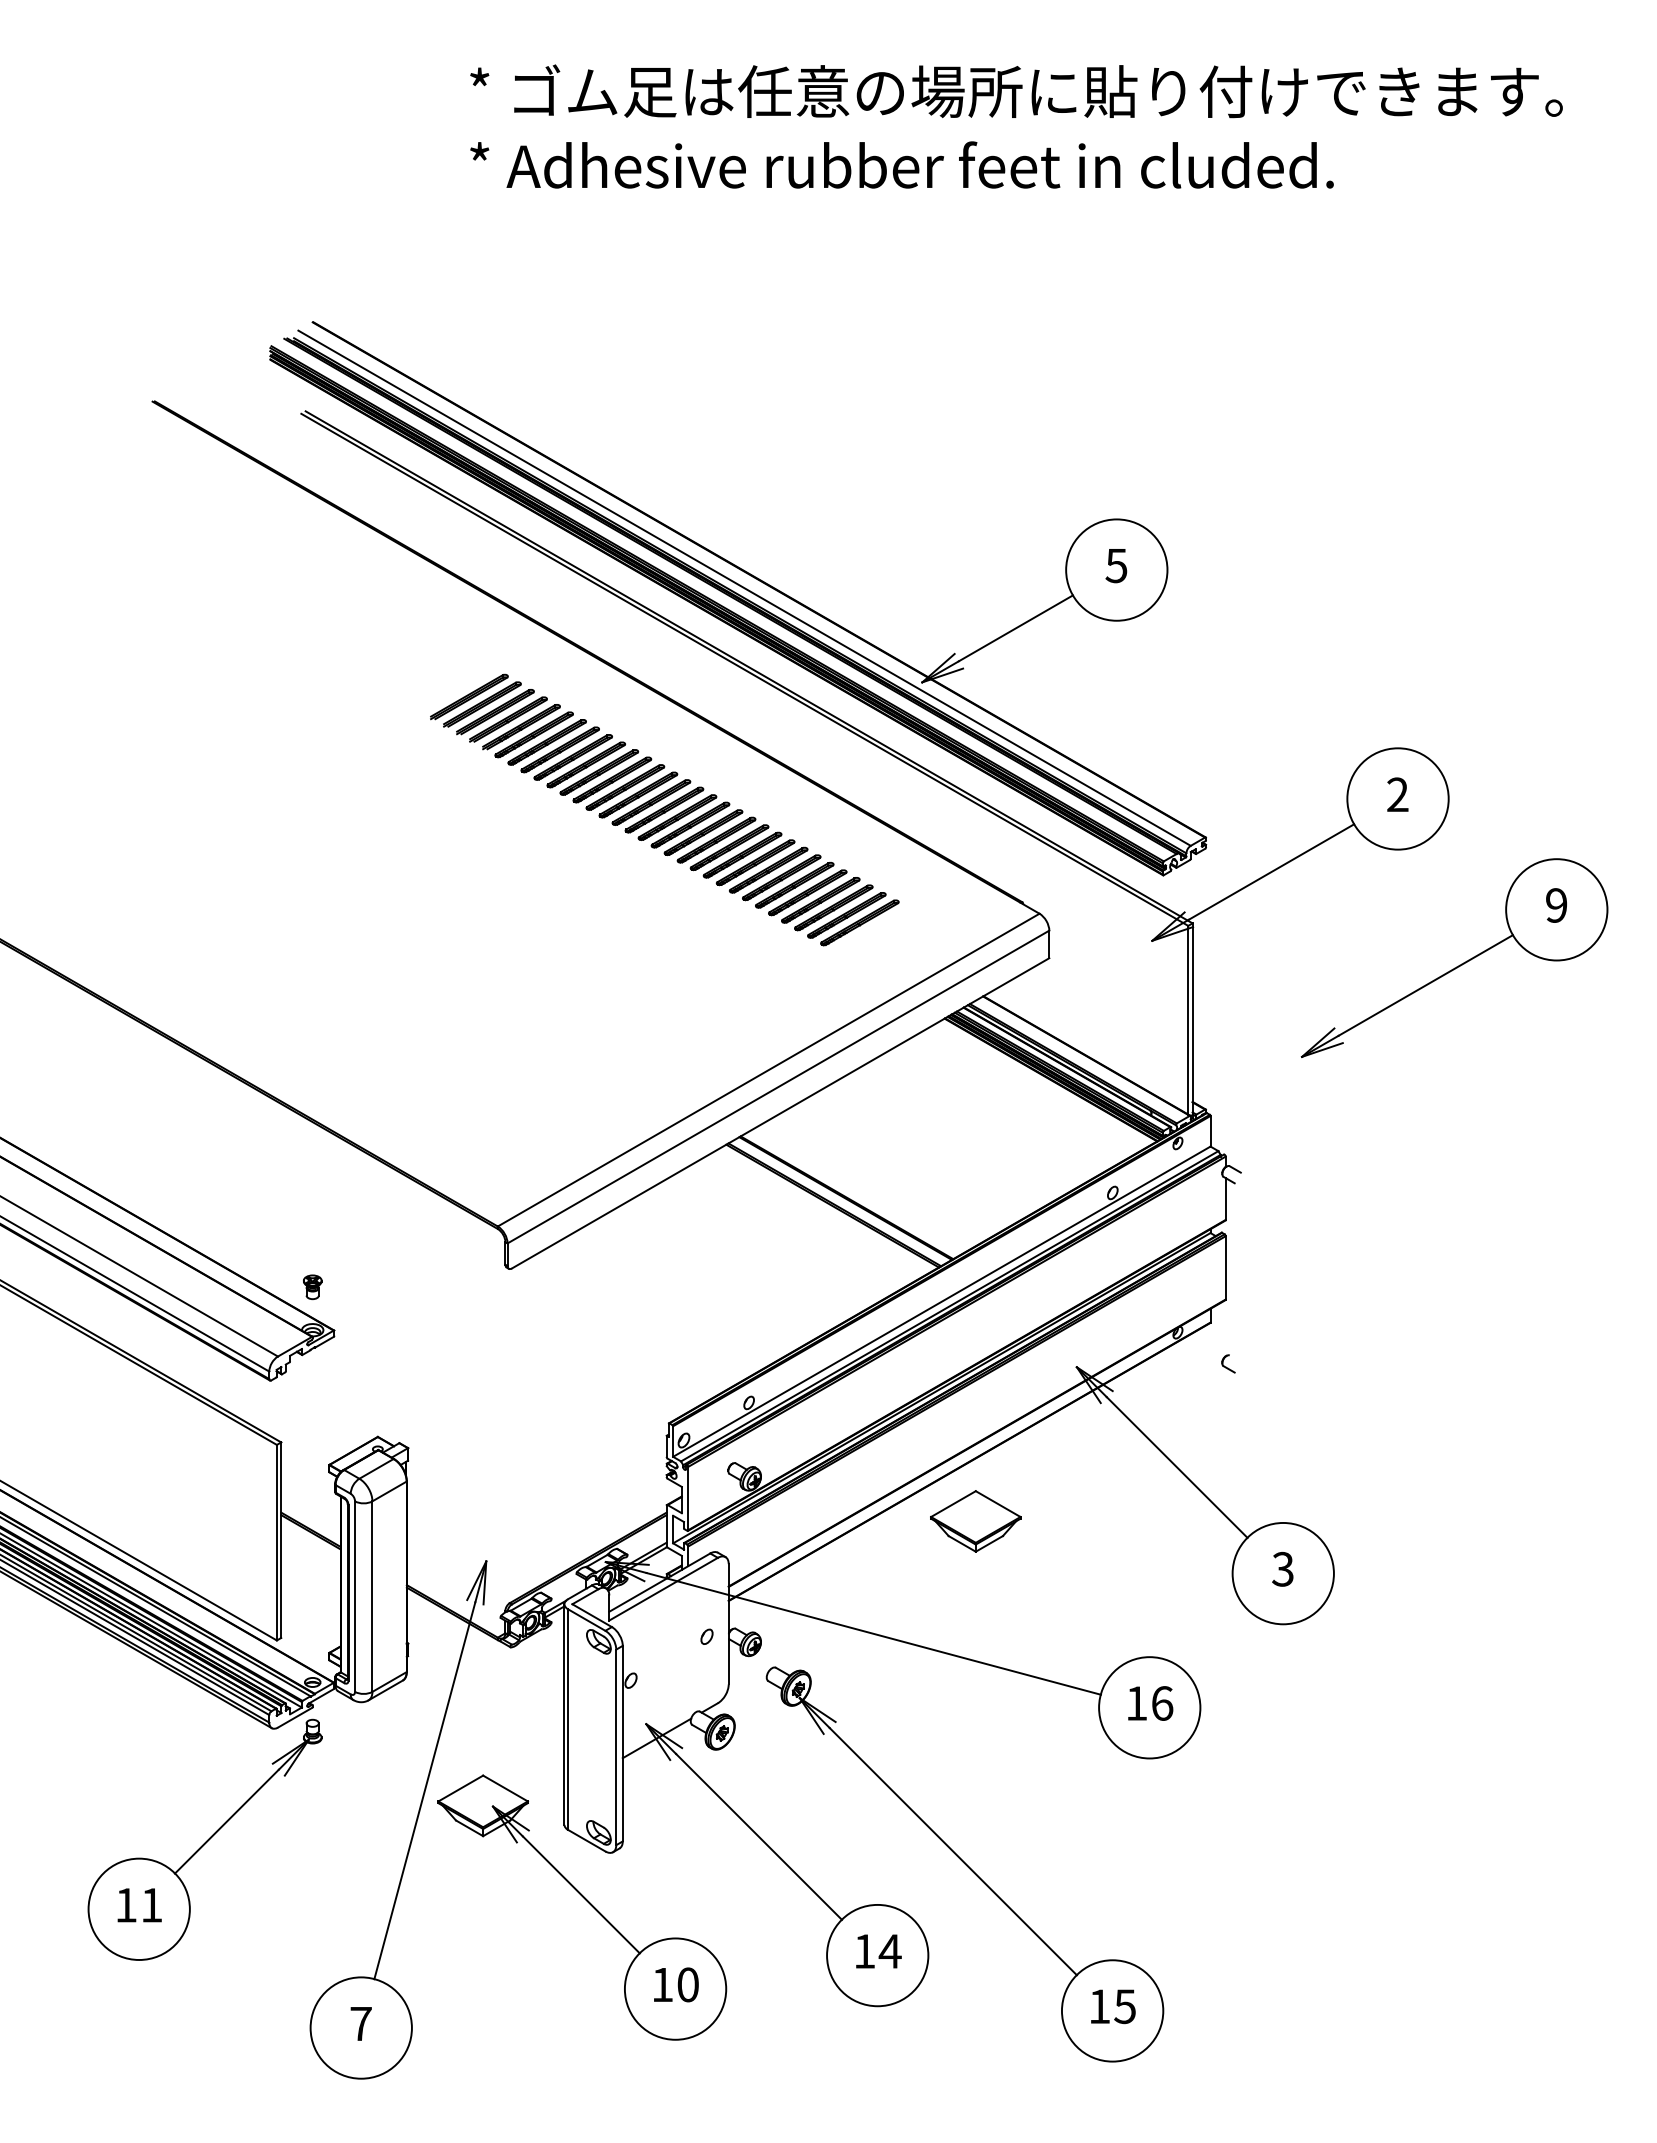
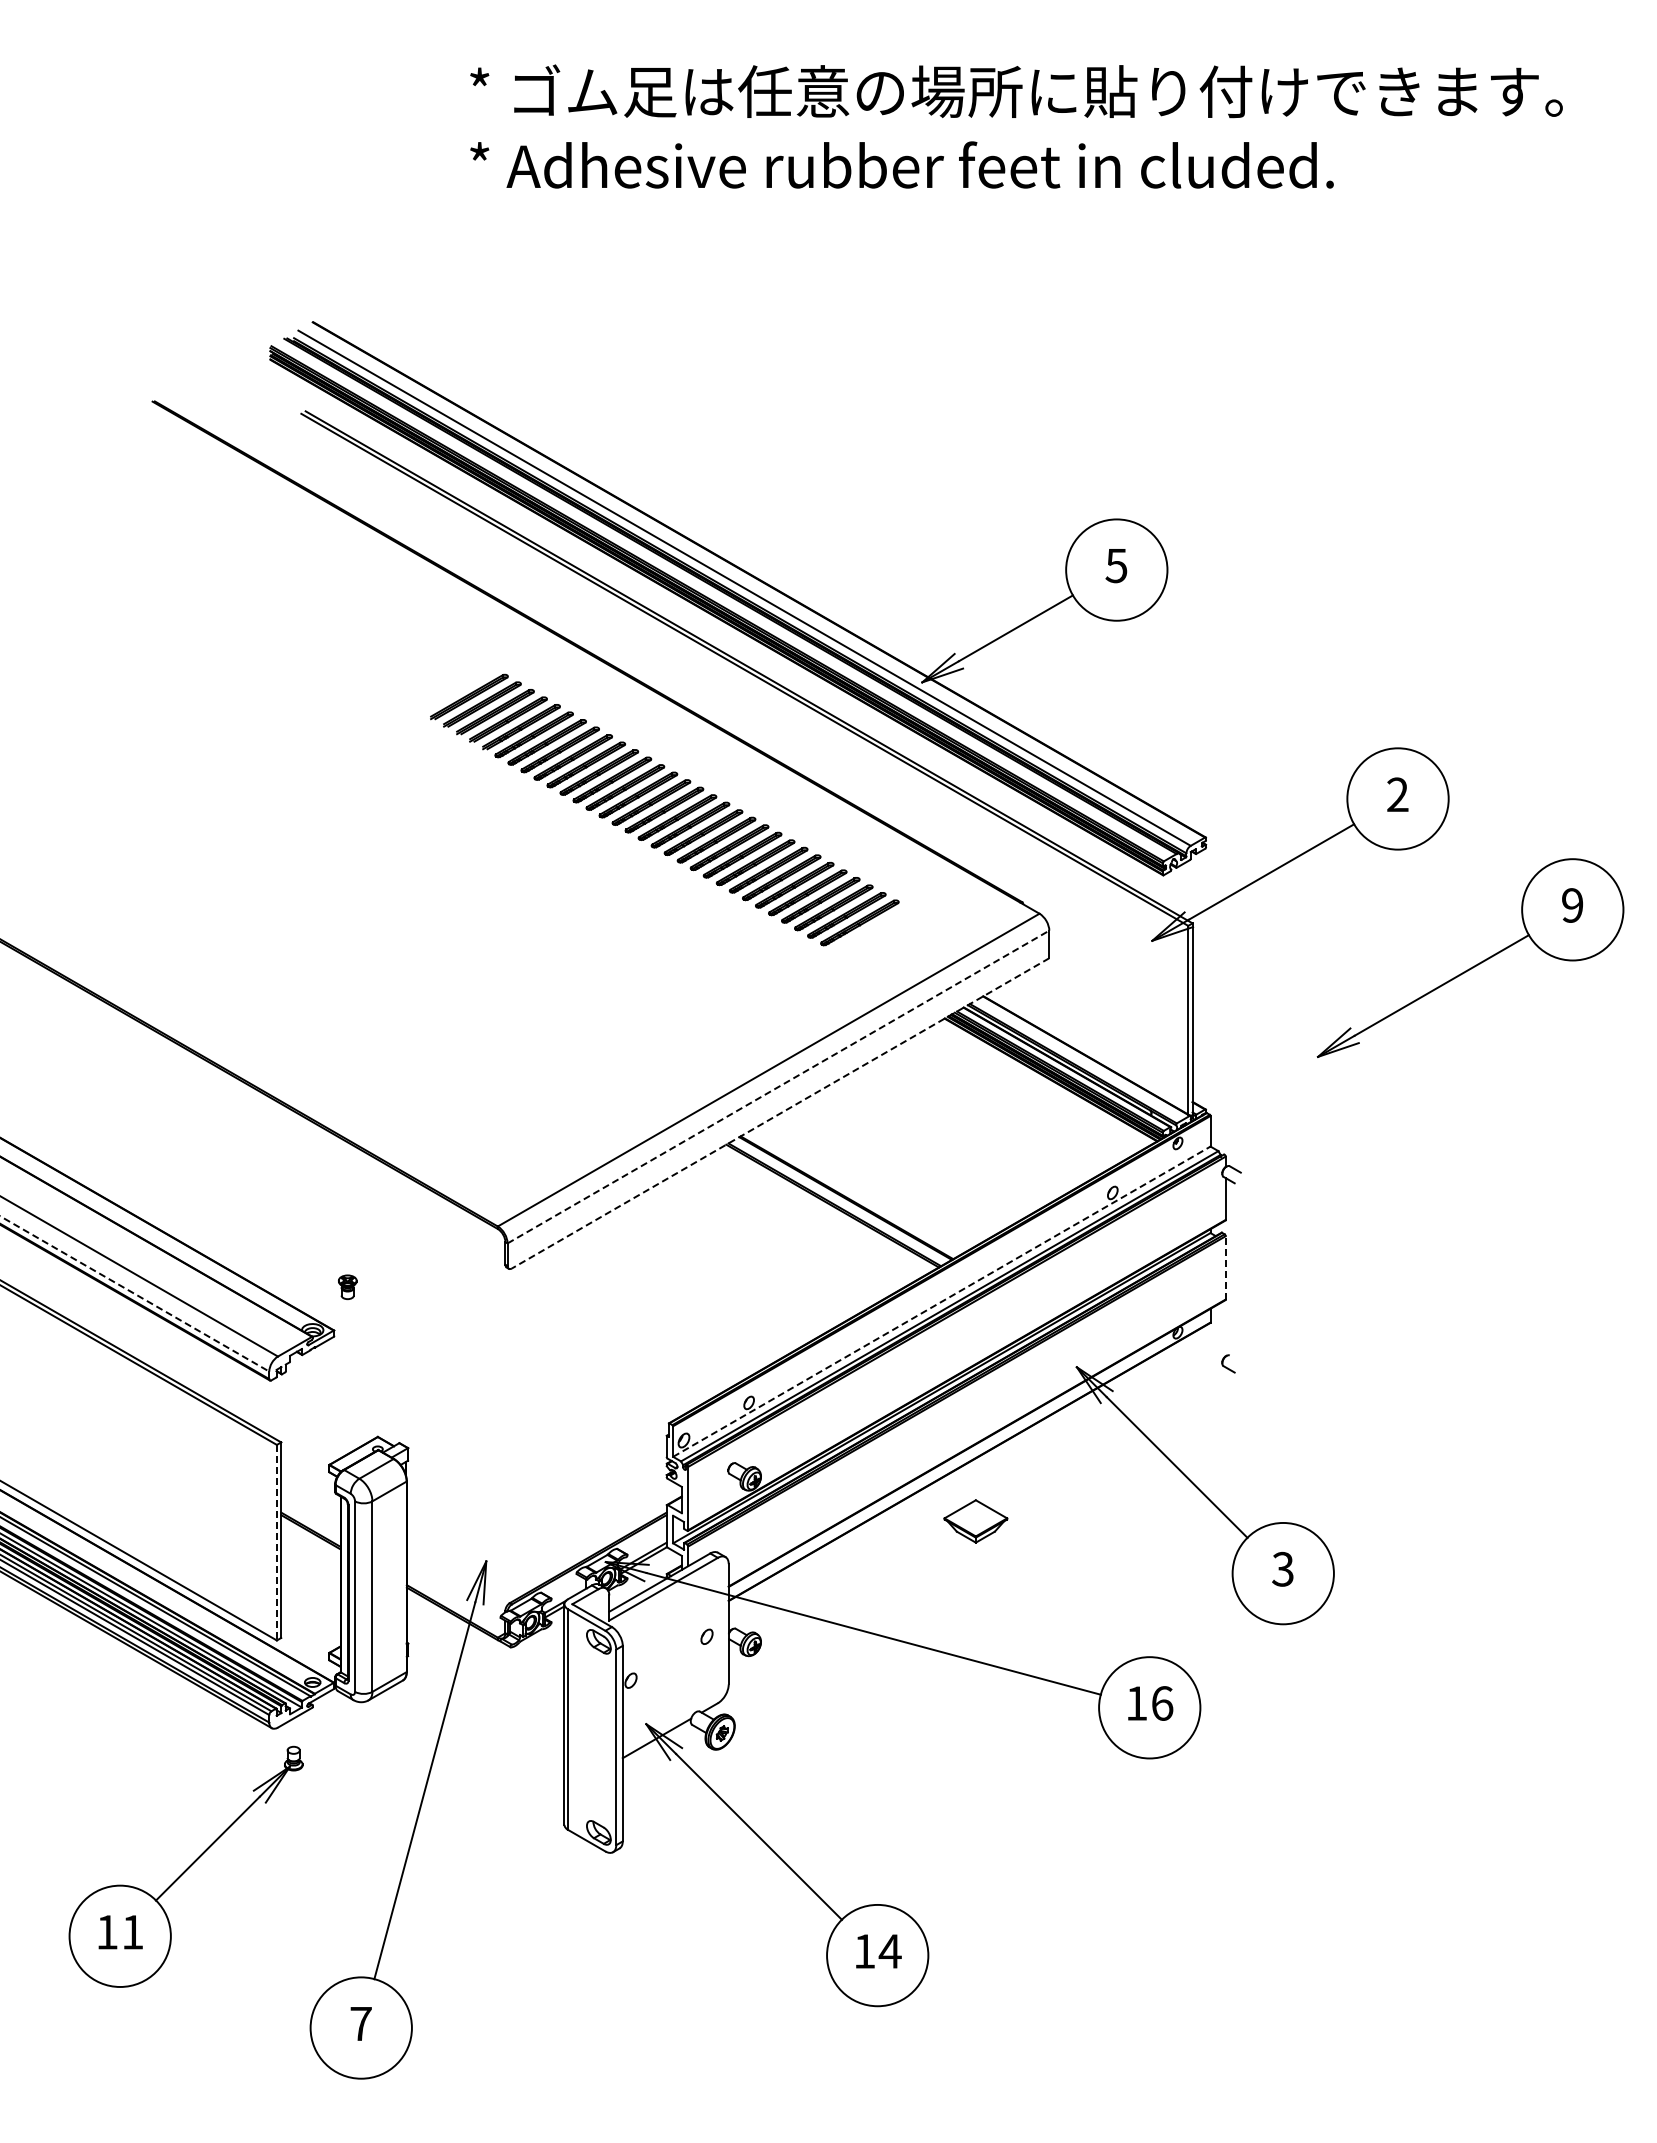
part at (1459, 964) position: (1459, 964) -> (1475, 964)
line at (778, 1087): solid -> dashed
line at (780, 1113): solid -> dashed
line at (1225, 1267): solid -> dashed
part at (312, 1287) position: (312, 1287) -> (347, 1287)
line at (135, 1294): solid -> dashed
line at (942, 1301): solid -> dashed
part at (975, 1521) size: 92x63 px -> 66x45 px
line at (276, 1542): solid -> dashed
part at (204, 1839) position: (204, 1839) -> (185, 1866)
part at (964, 1864): present -> none
part at (587, 1902): present -> none
